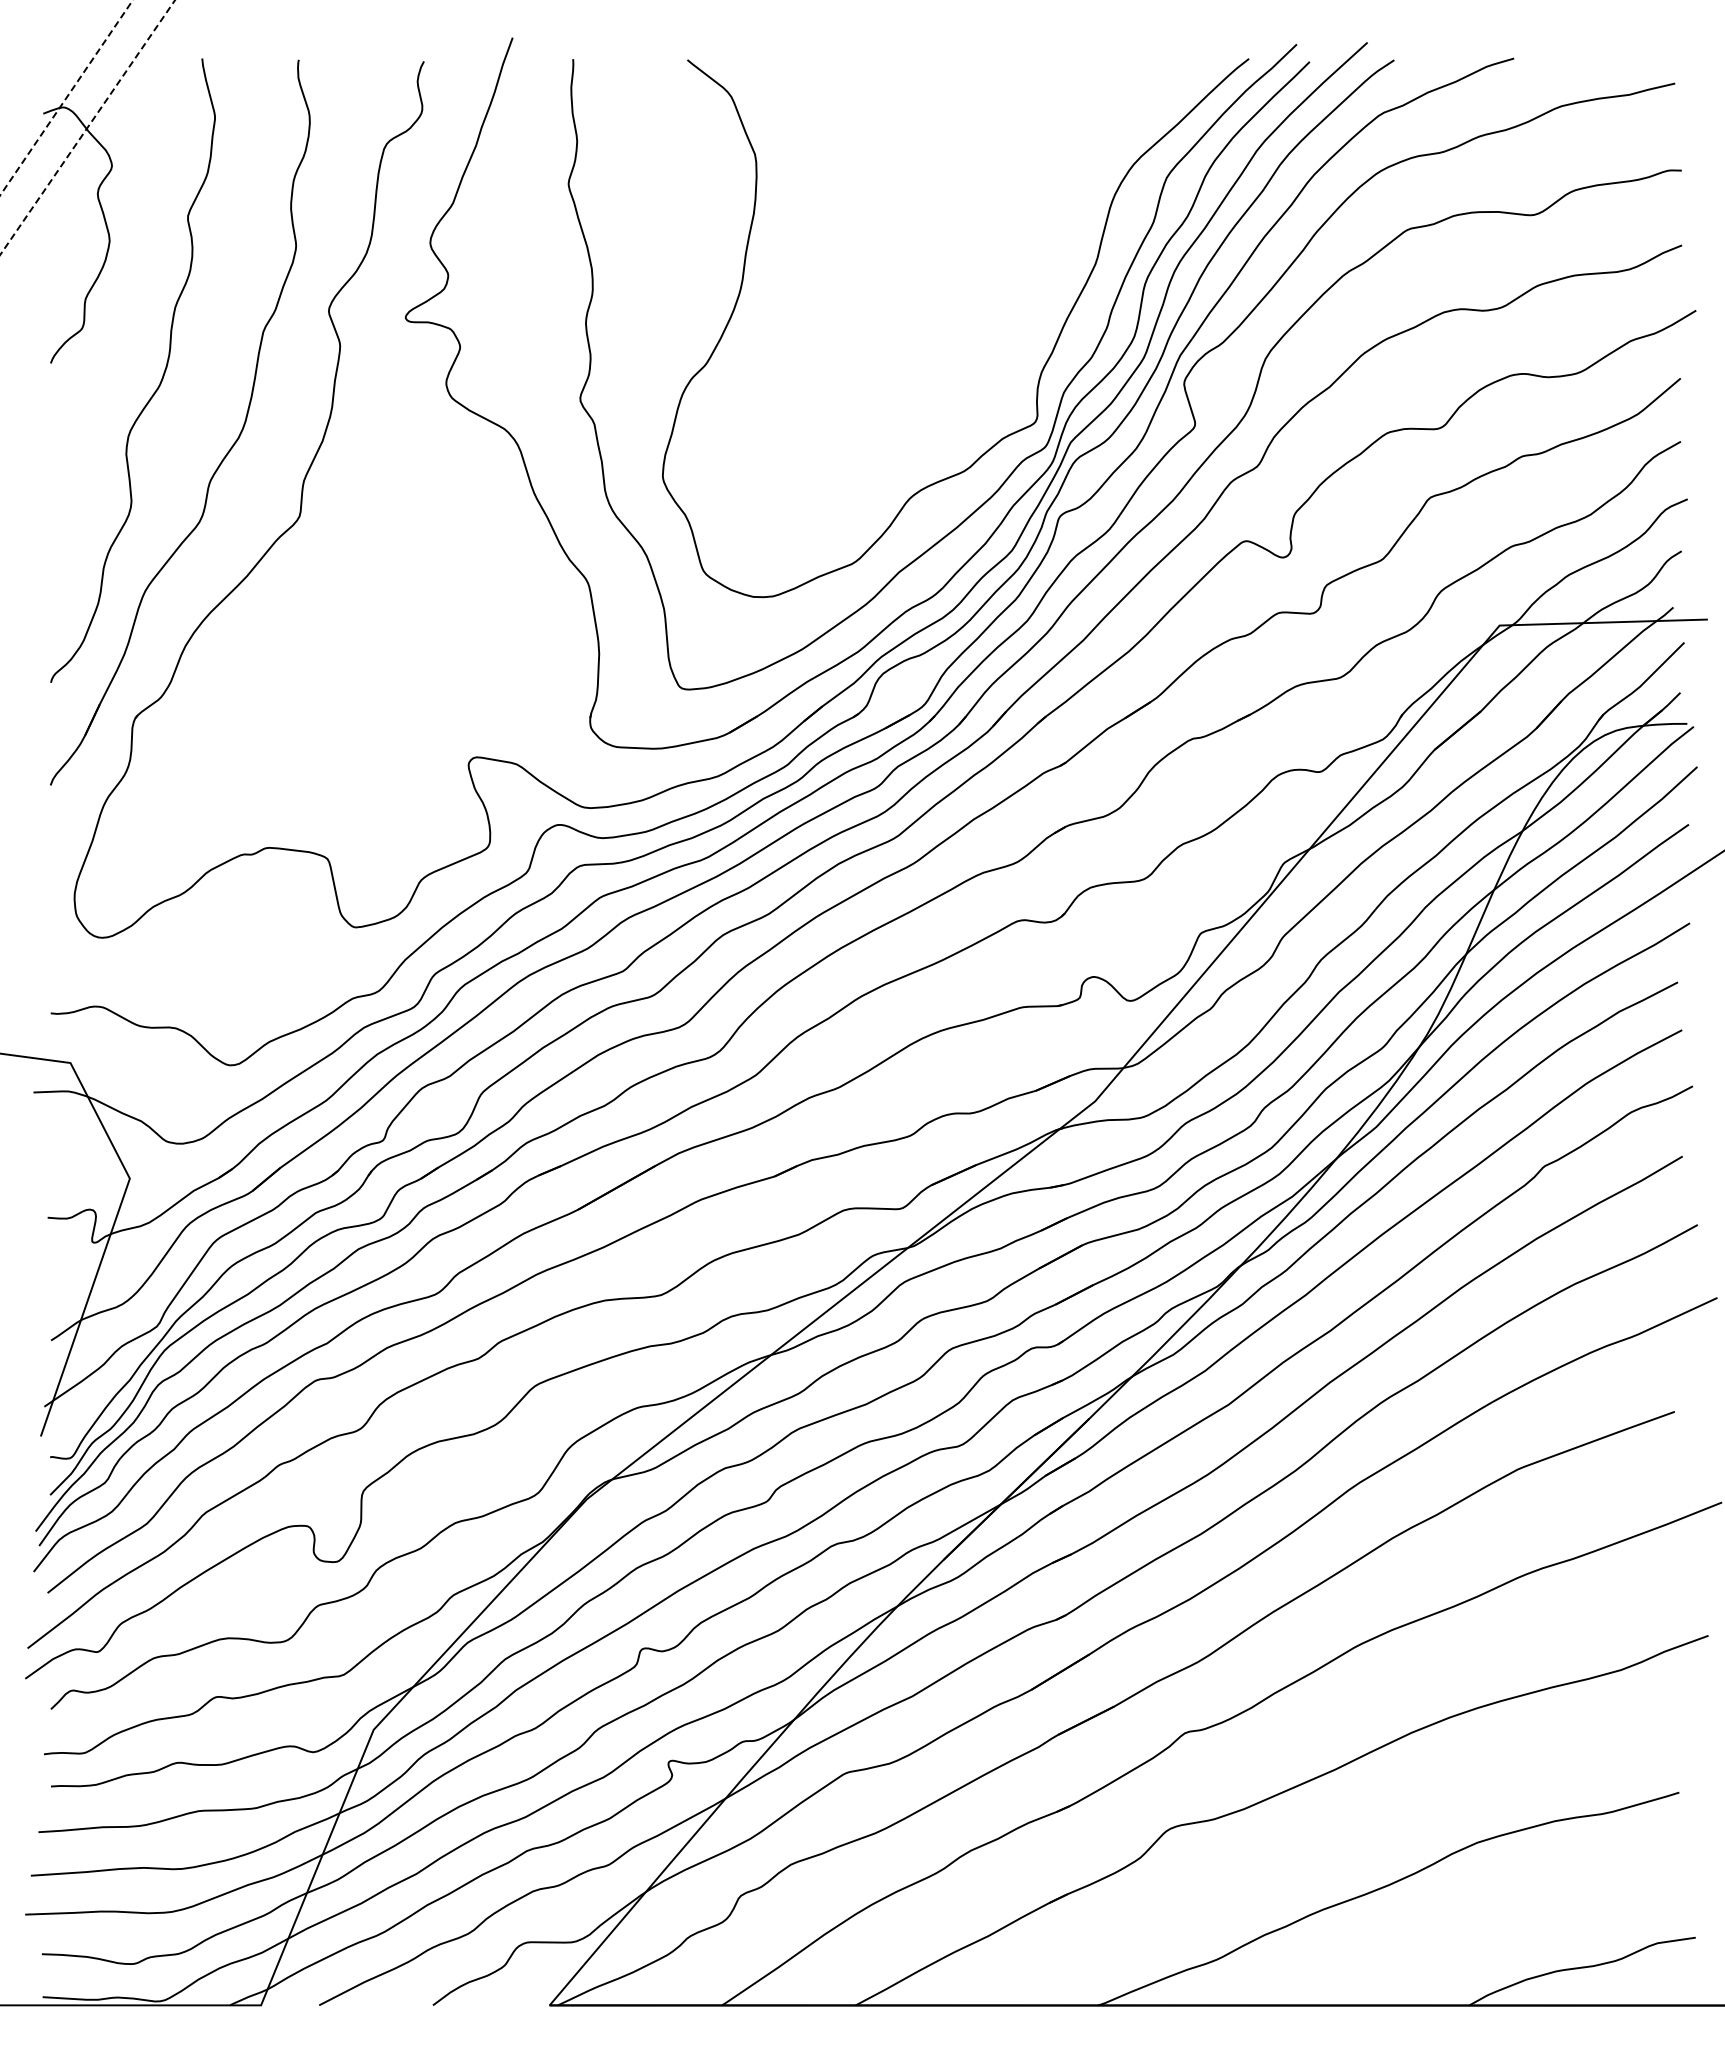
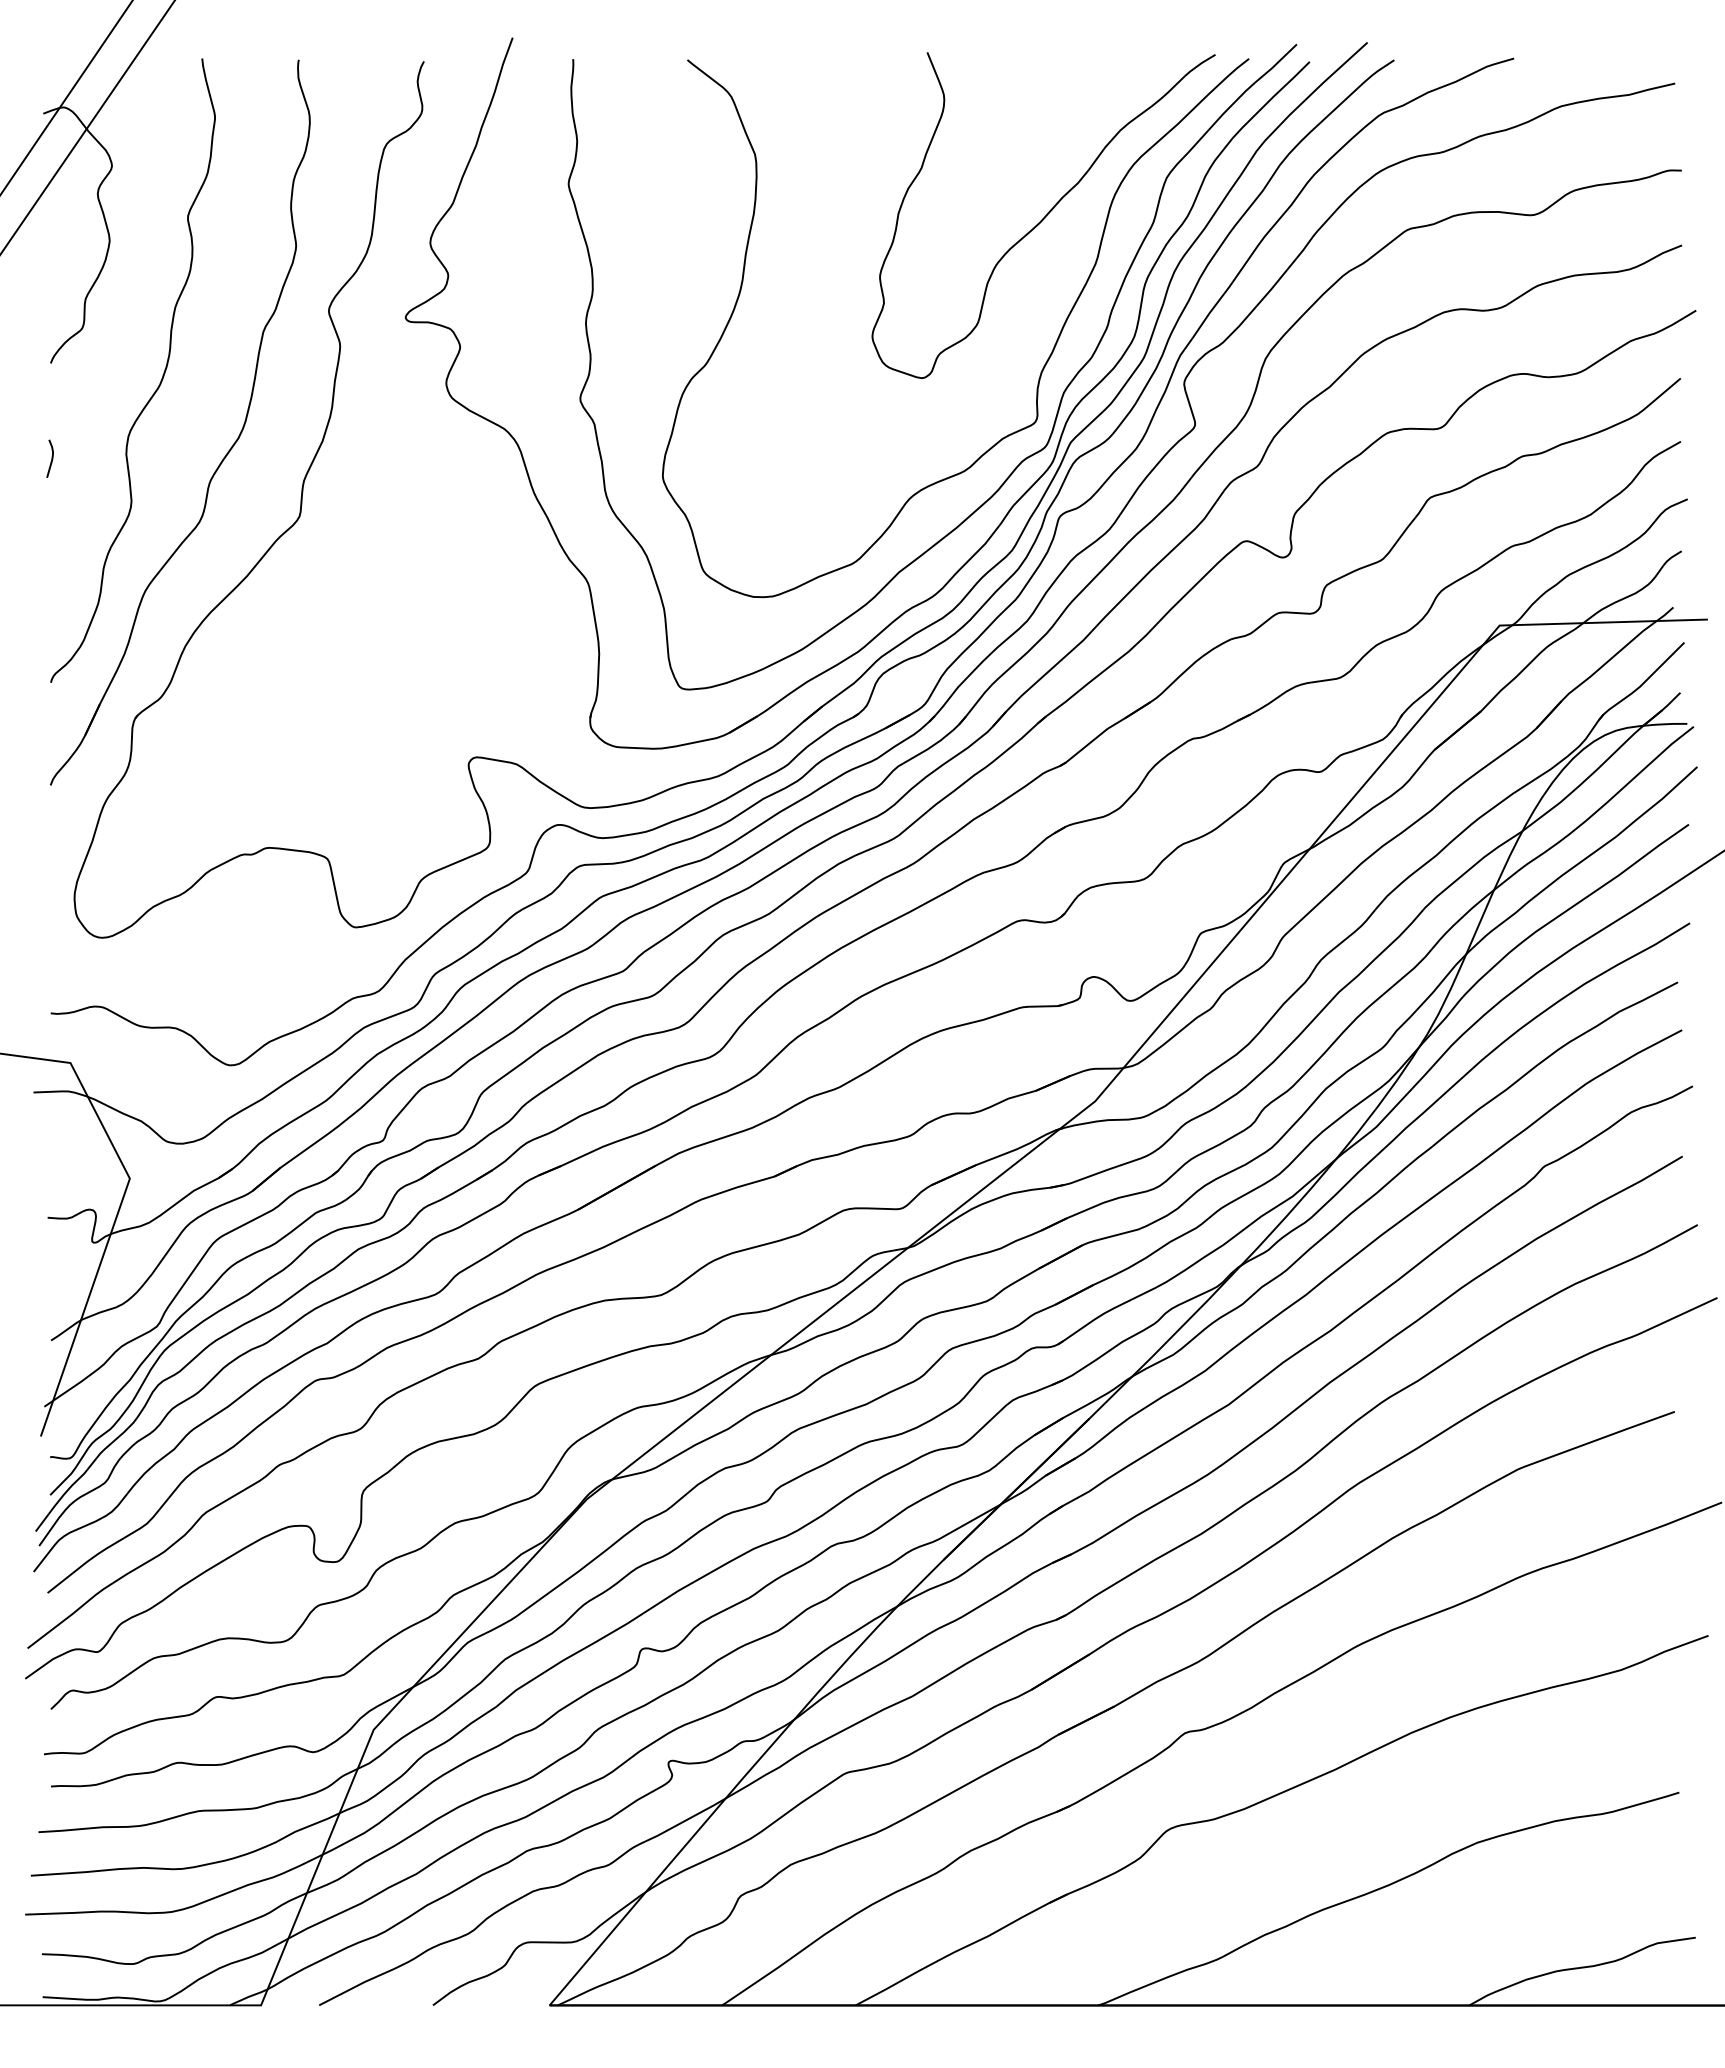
line at (66, 98): dashed -> solid
line at (87, 127): dashed -> solid
curve at (1044, 216): none -> present
curve at (51, 458): none -> present
